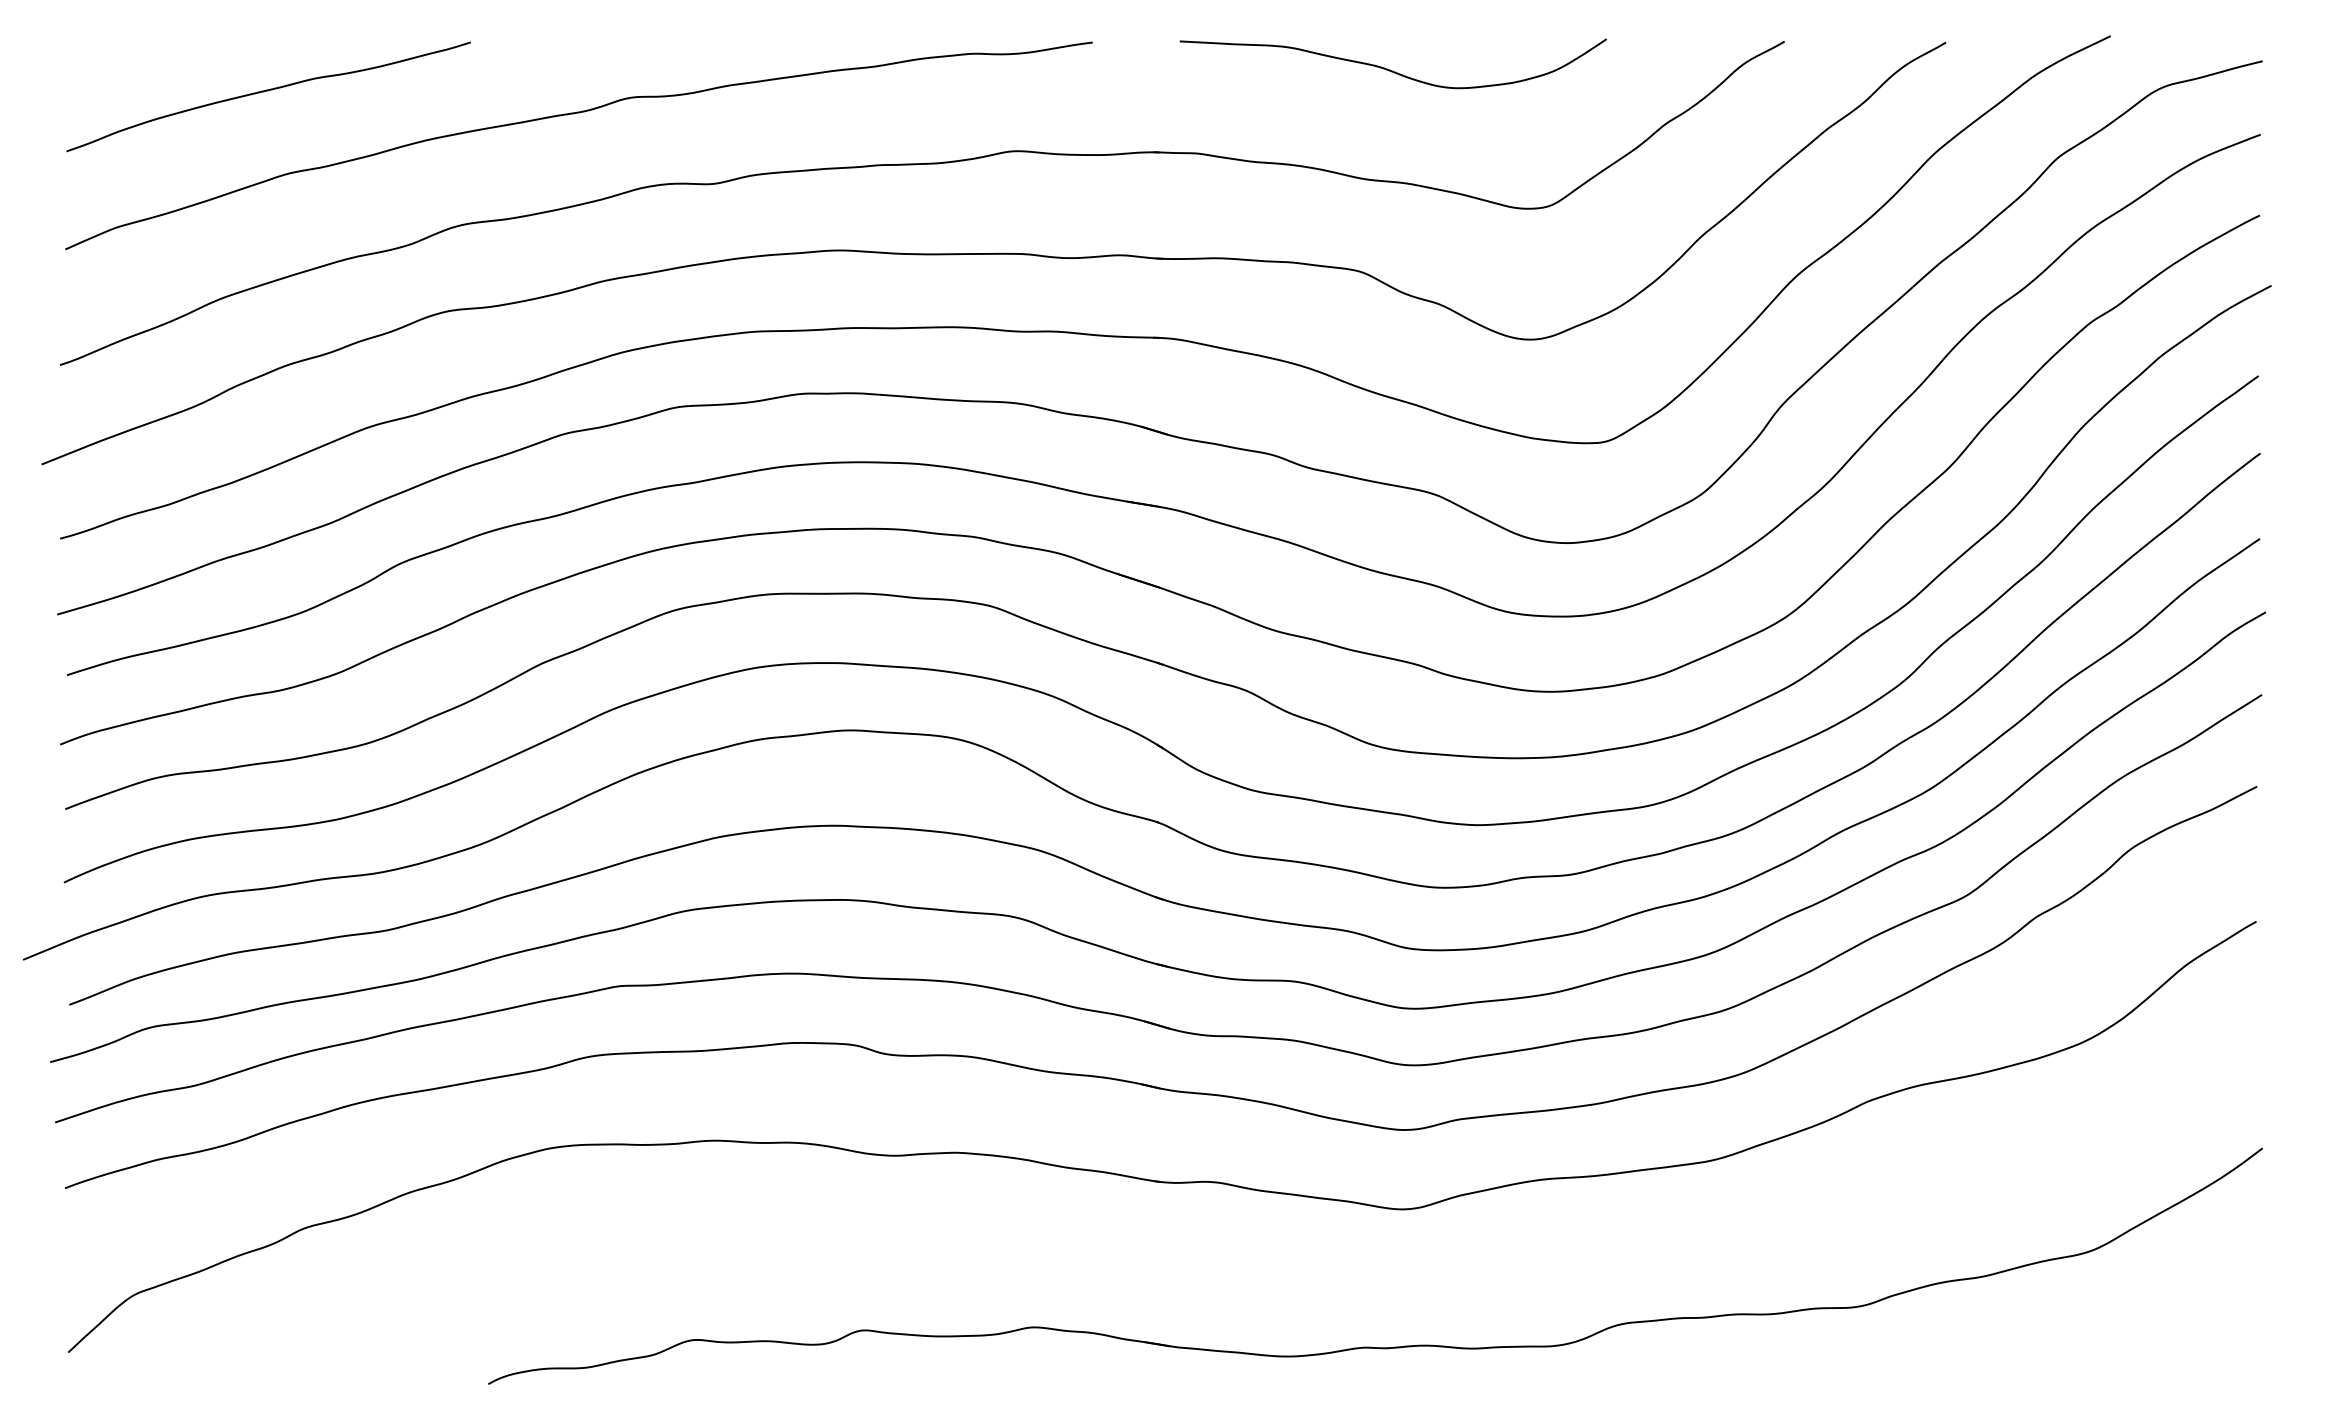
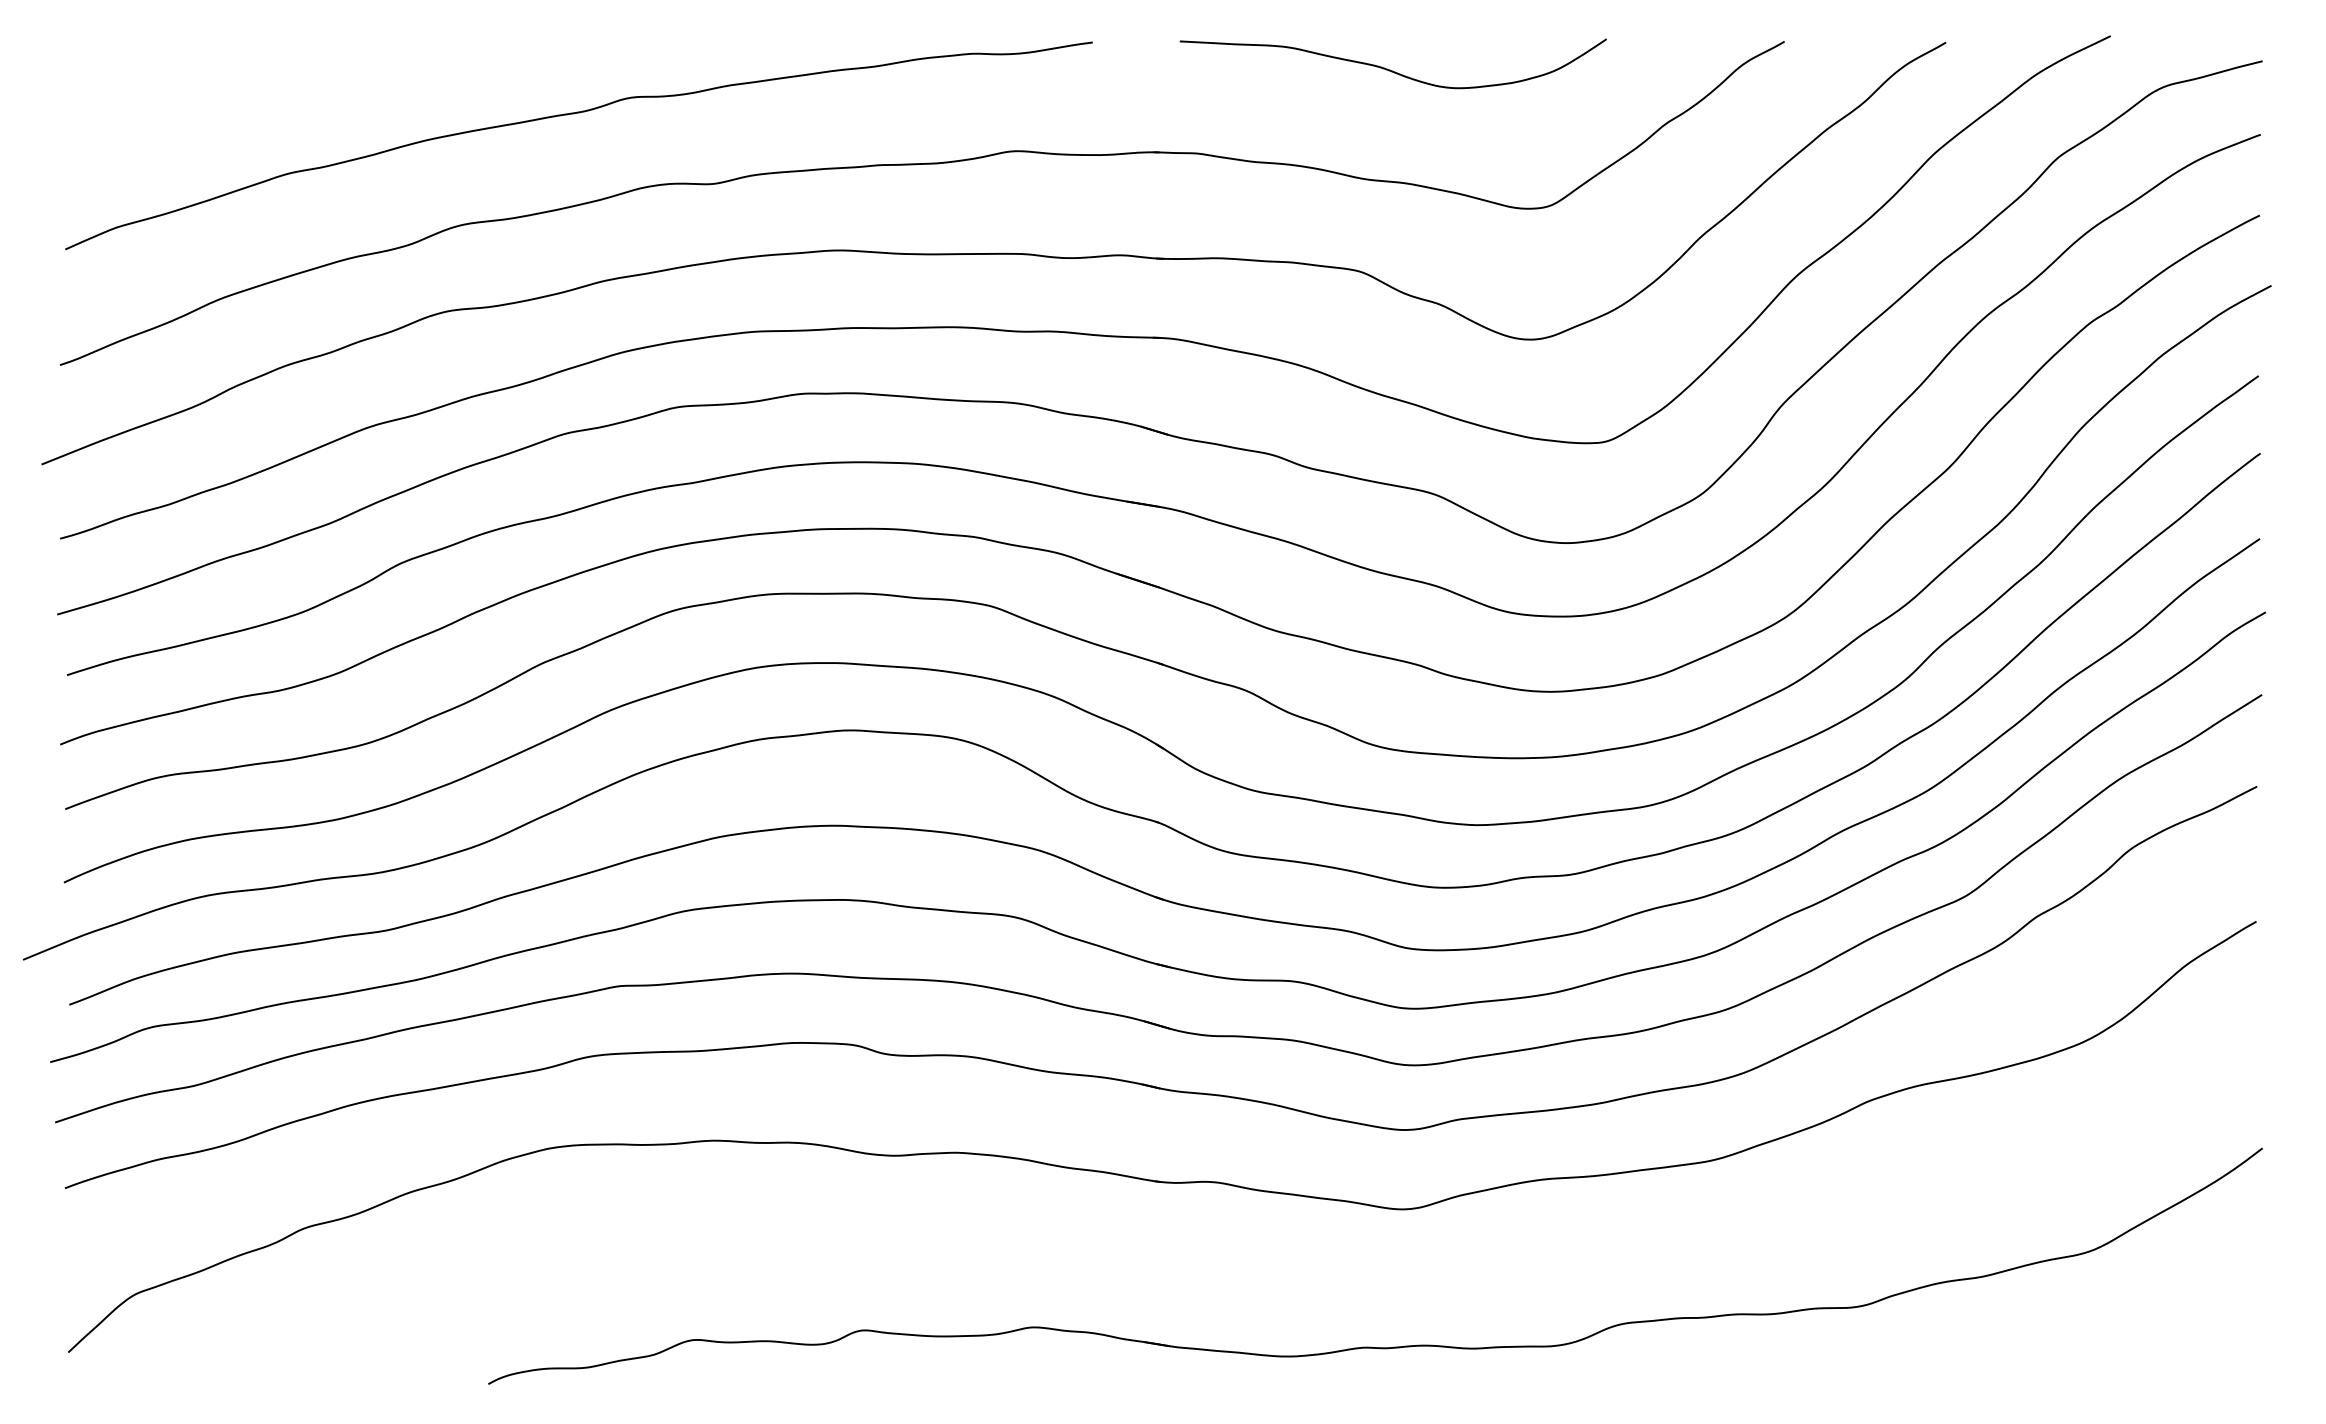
curve at (268, 91): present -> none
